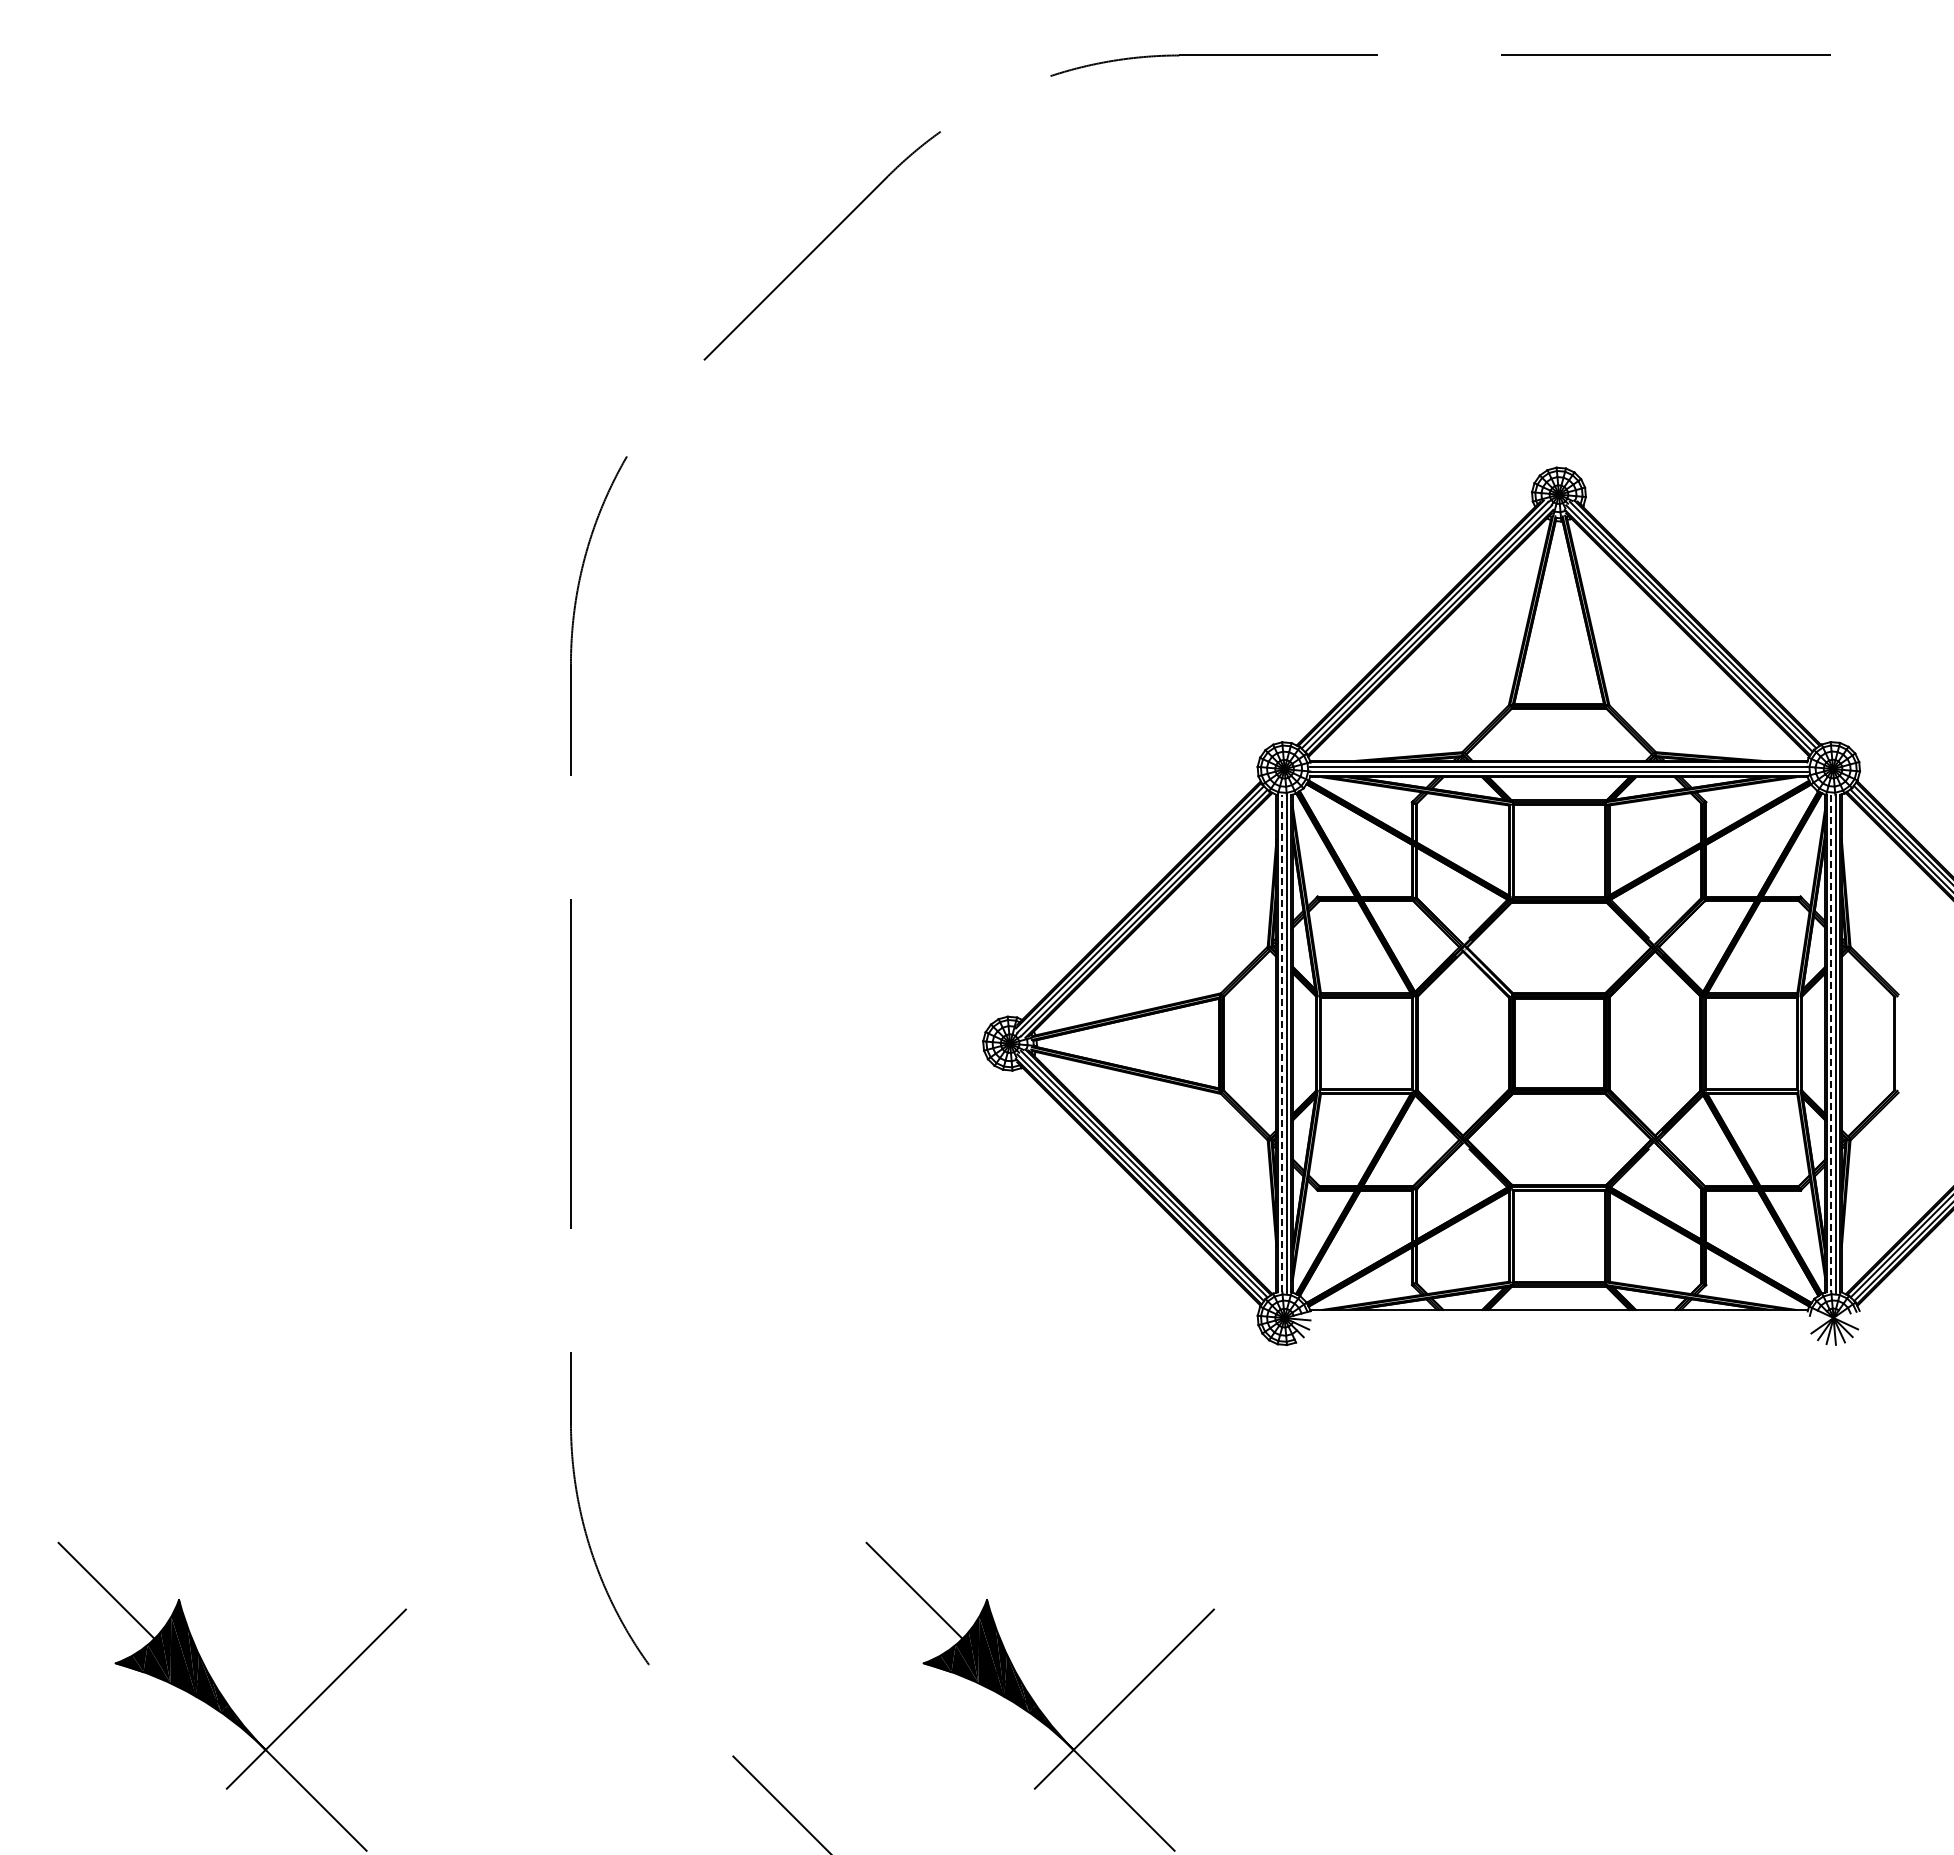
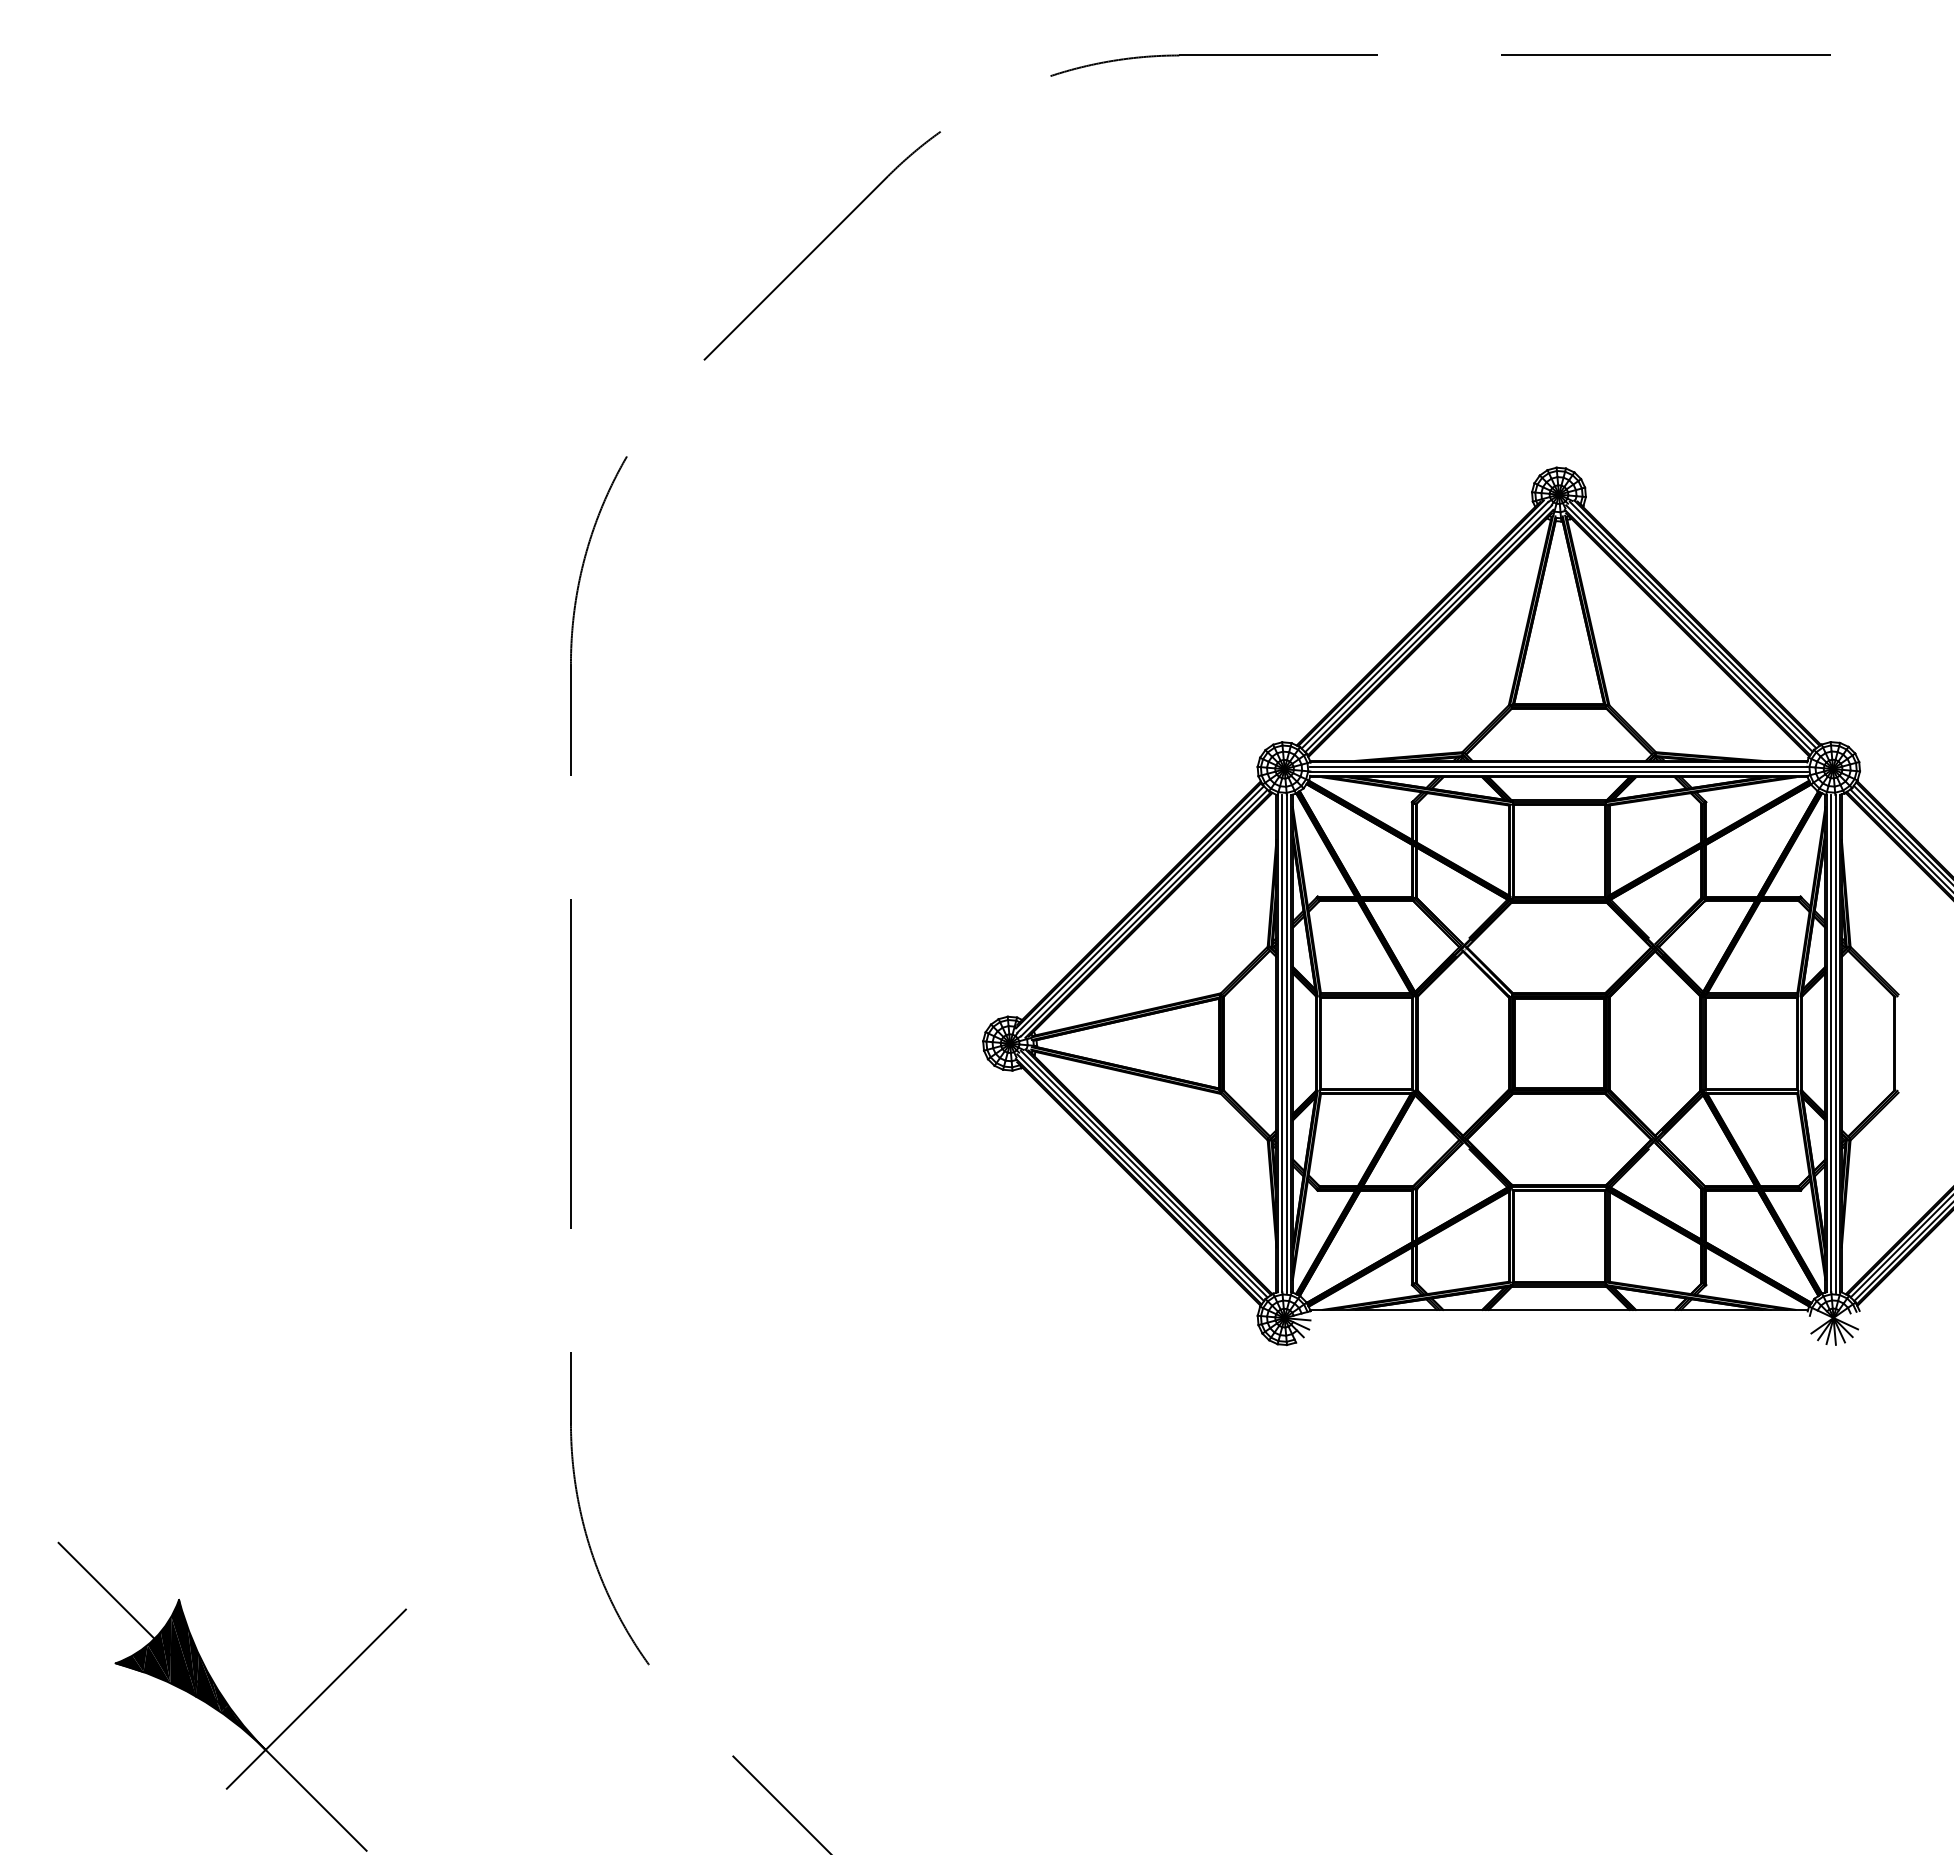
line at (1282, 1043): dashed -> solid
line at (1831, 1043): dashed -> solid
part at (1034, 1700): present -> none
